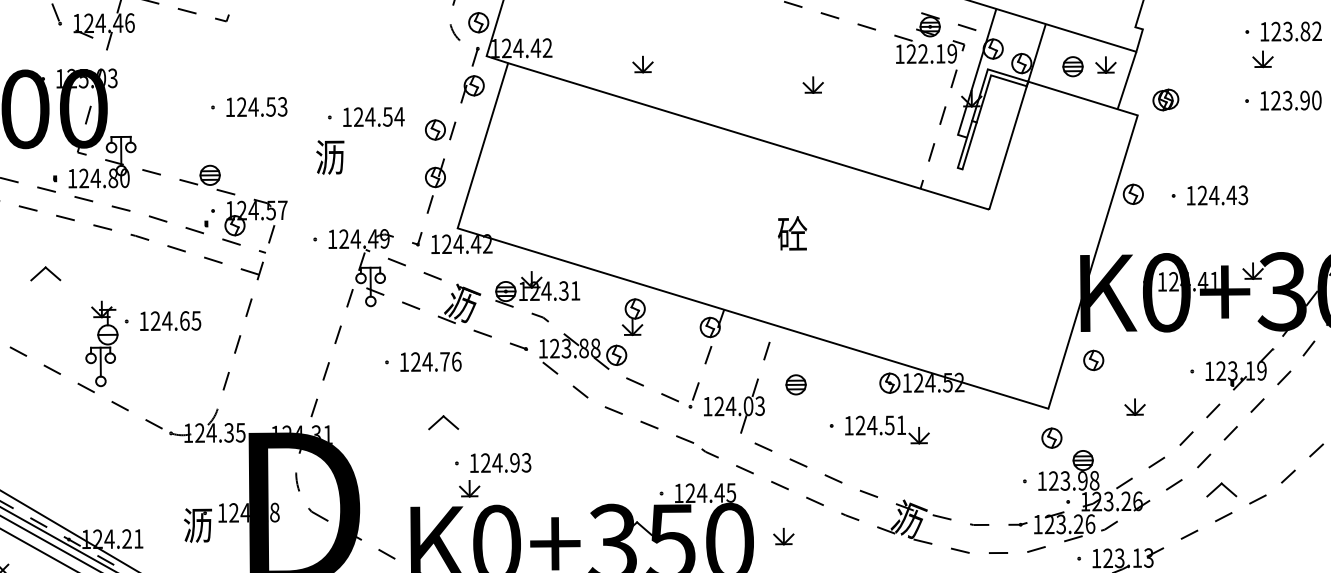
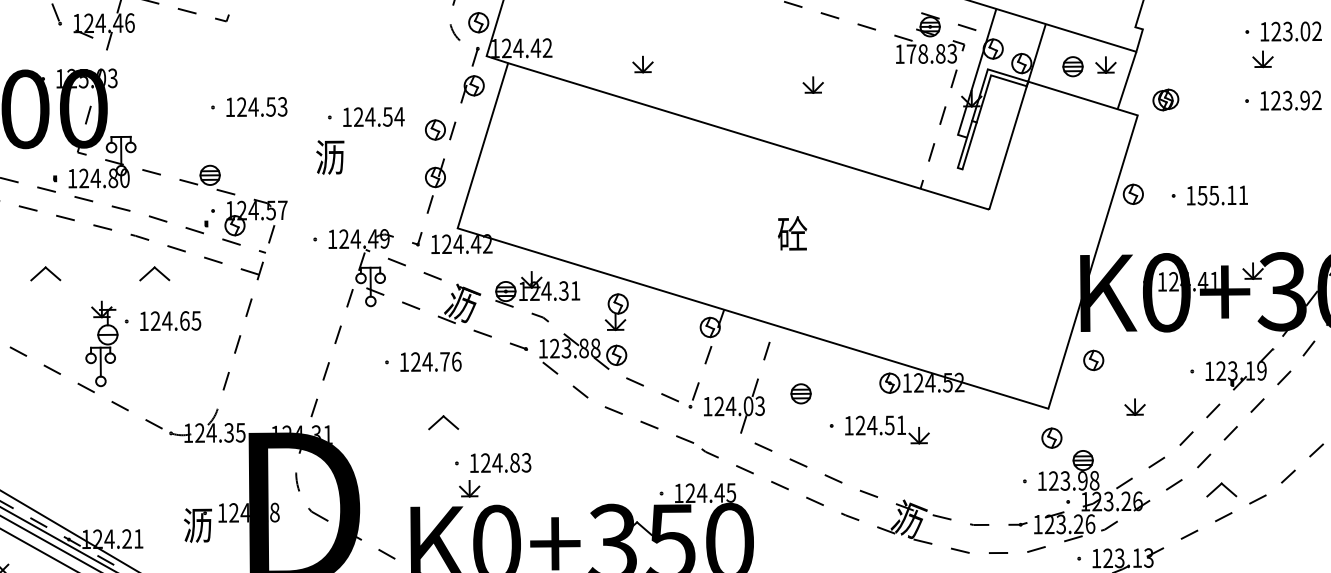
text at (1305, 31): 123.82 -> 123.02
text at (931, 53): 122.19 -> 178.83
text at (1316, 100): 123.90 -> 123.92
text at (1222, 195): 124.43 -> 155.11
part at (154, 273): none -> present
part at (633, 317) position: (633, 317) -> (616, 312)
part at (795, 384) position: (795, 384) -> (800, 393)
text at (514, 462): 124.93 -> 124.83
part at (783, 536): present -> none
